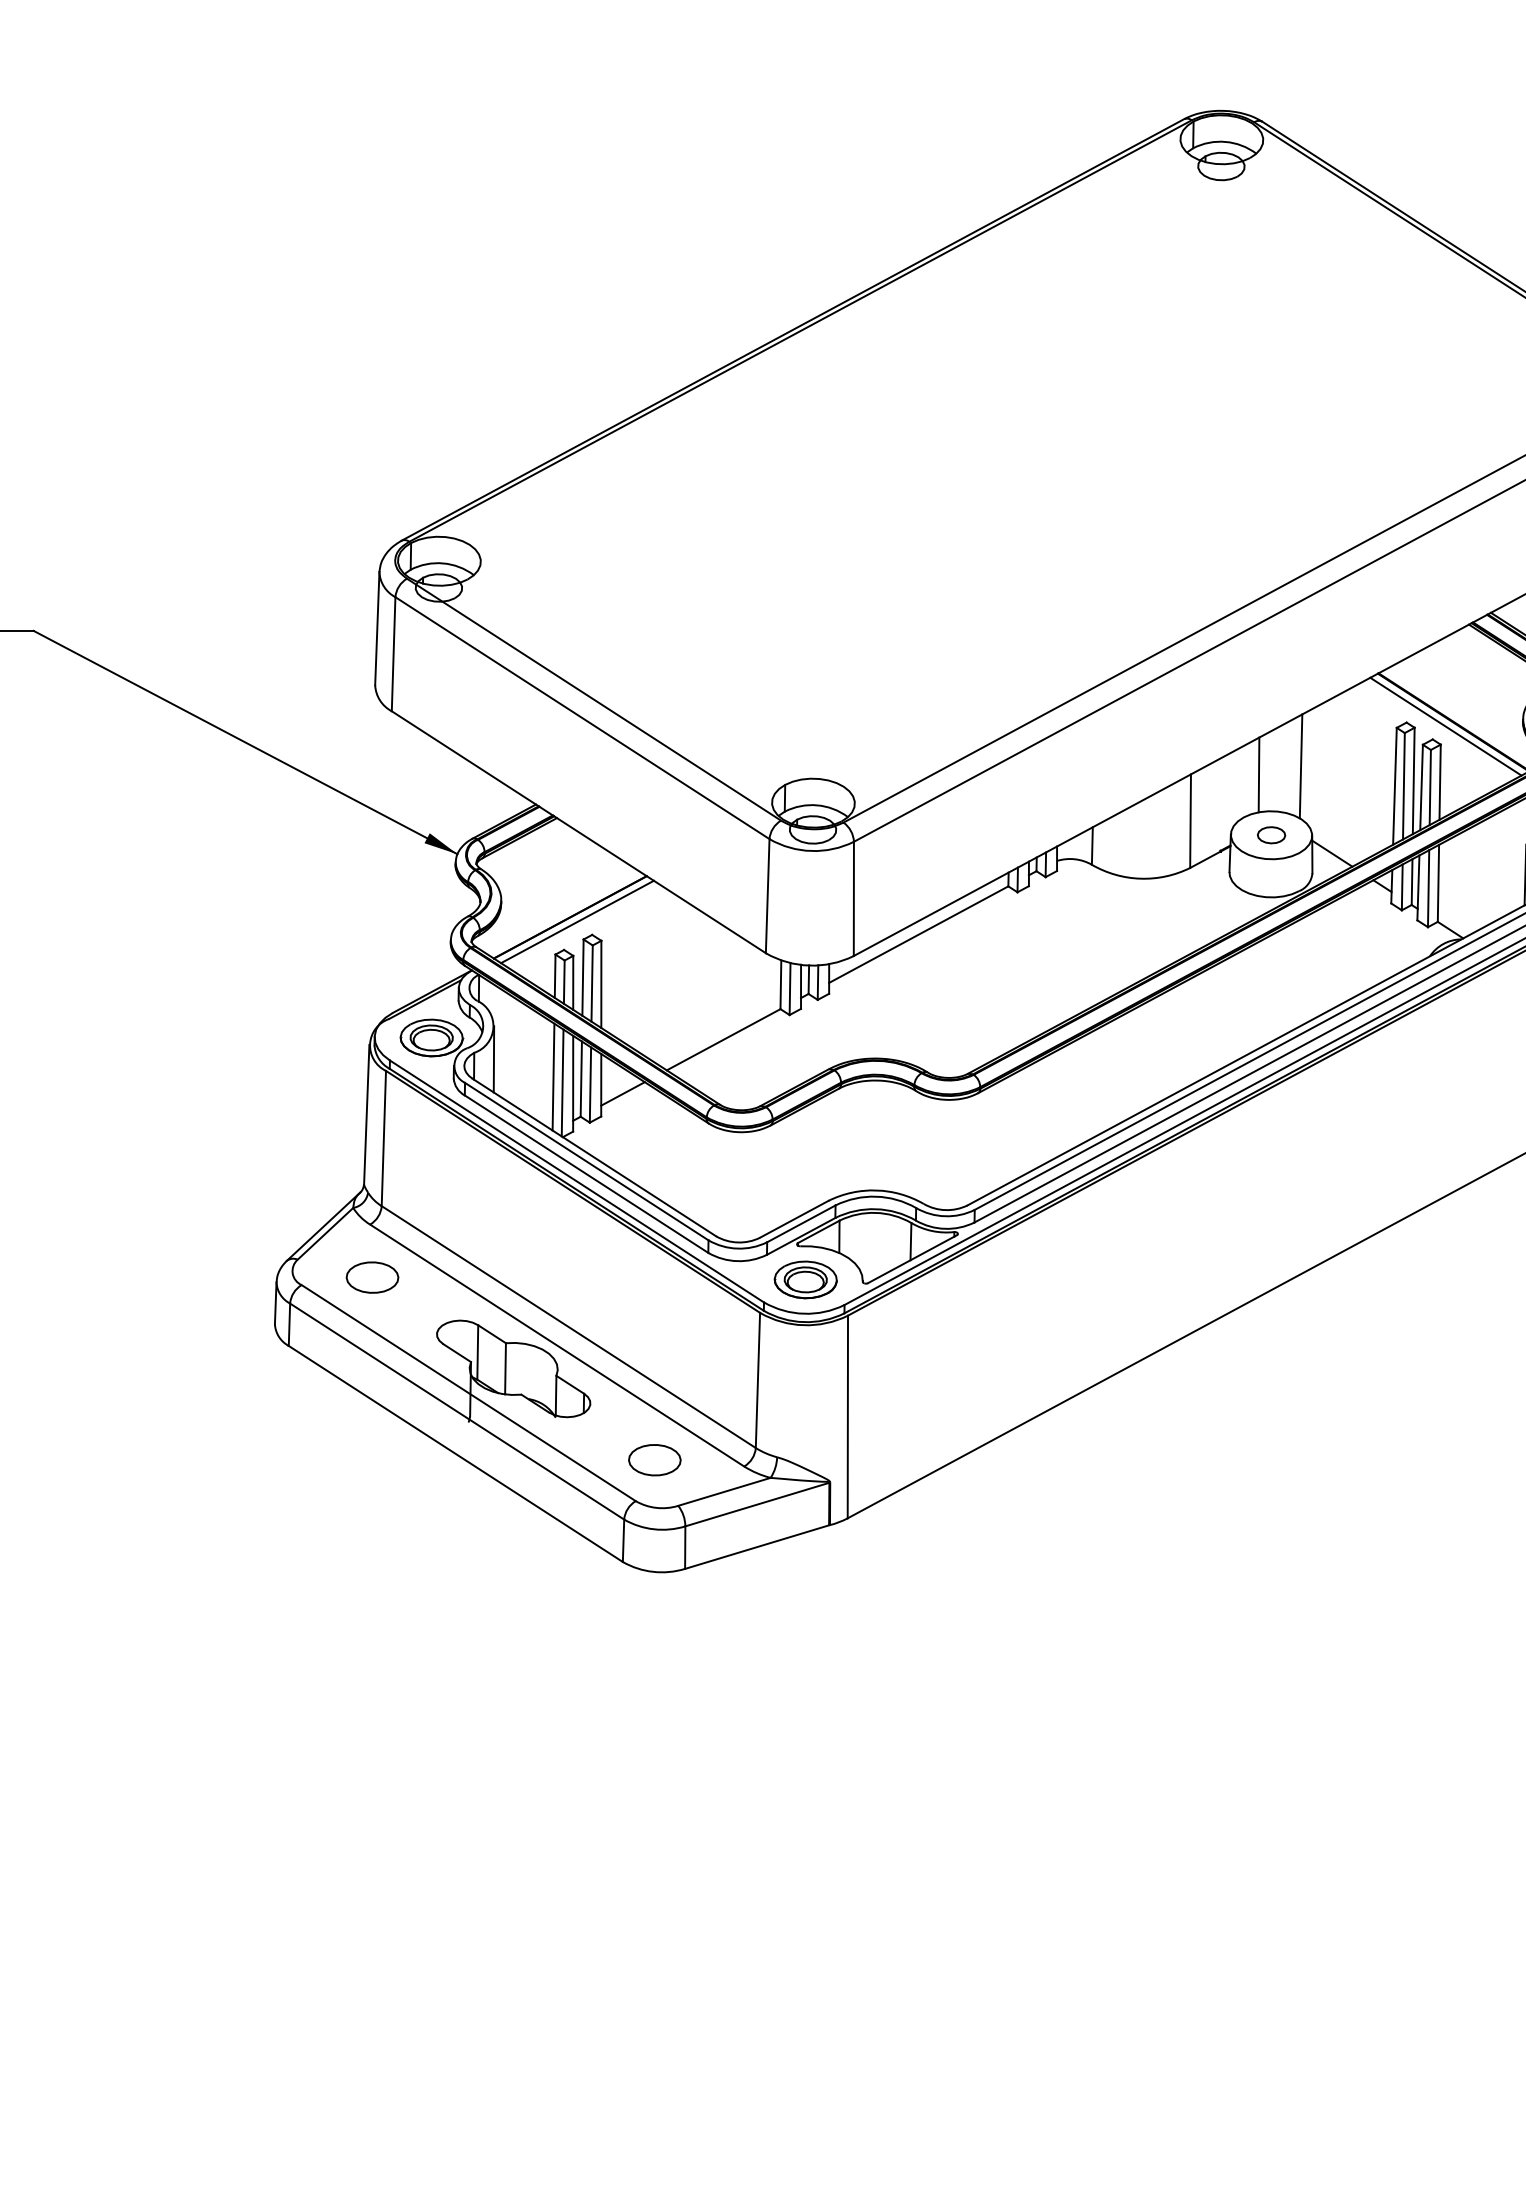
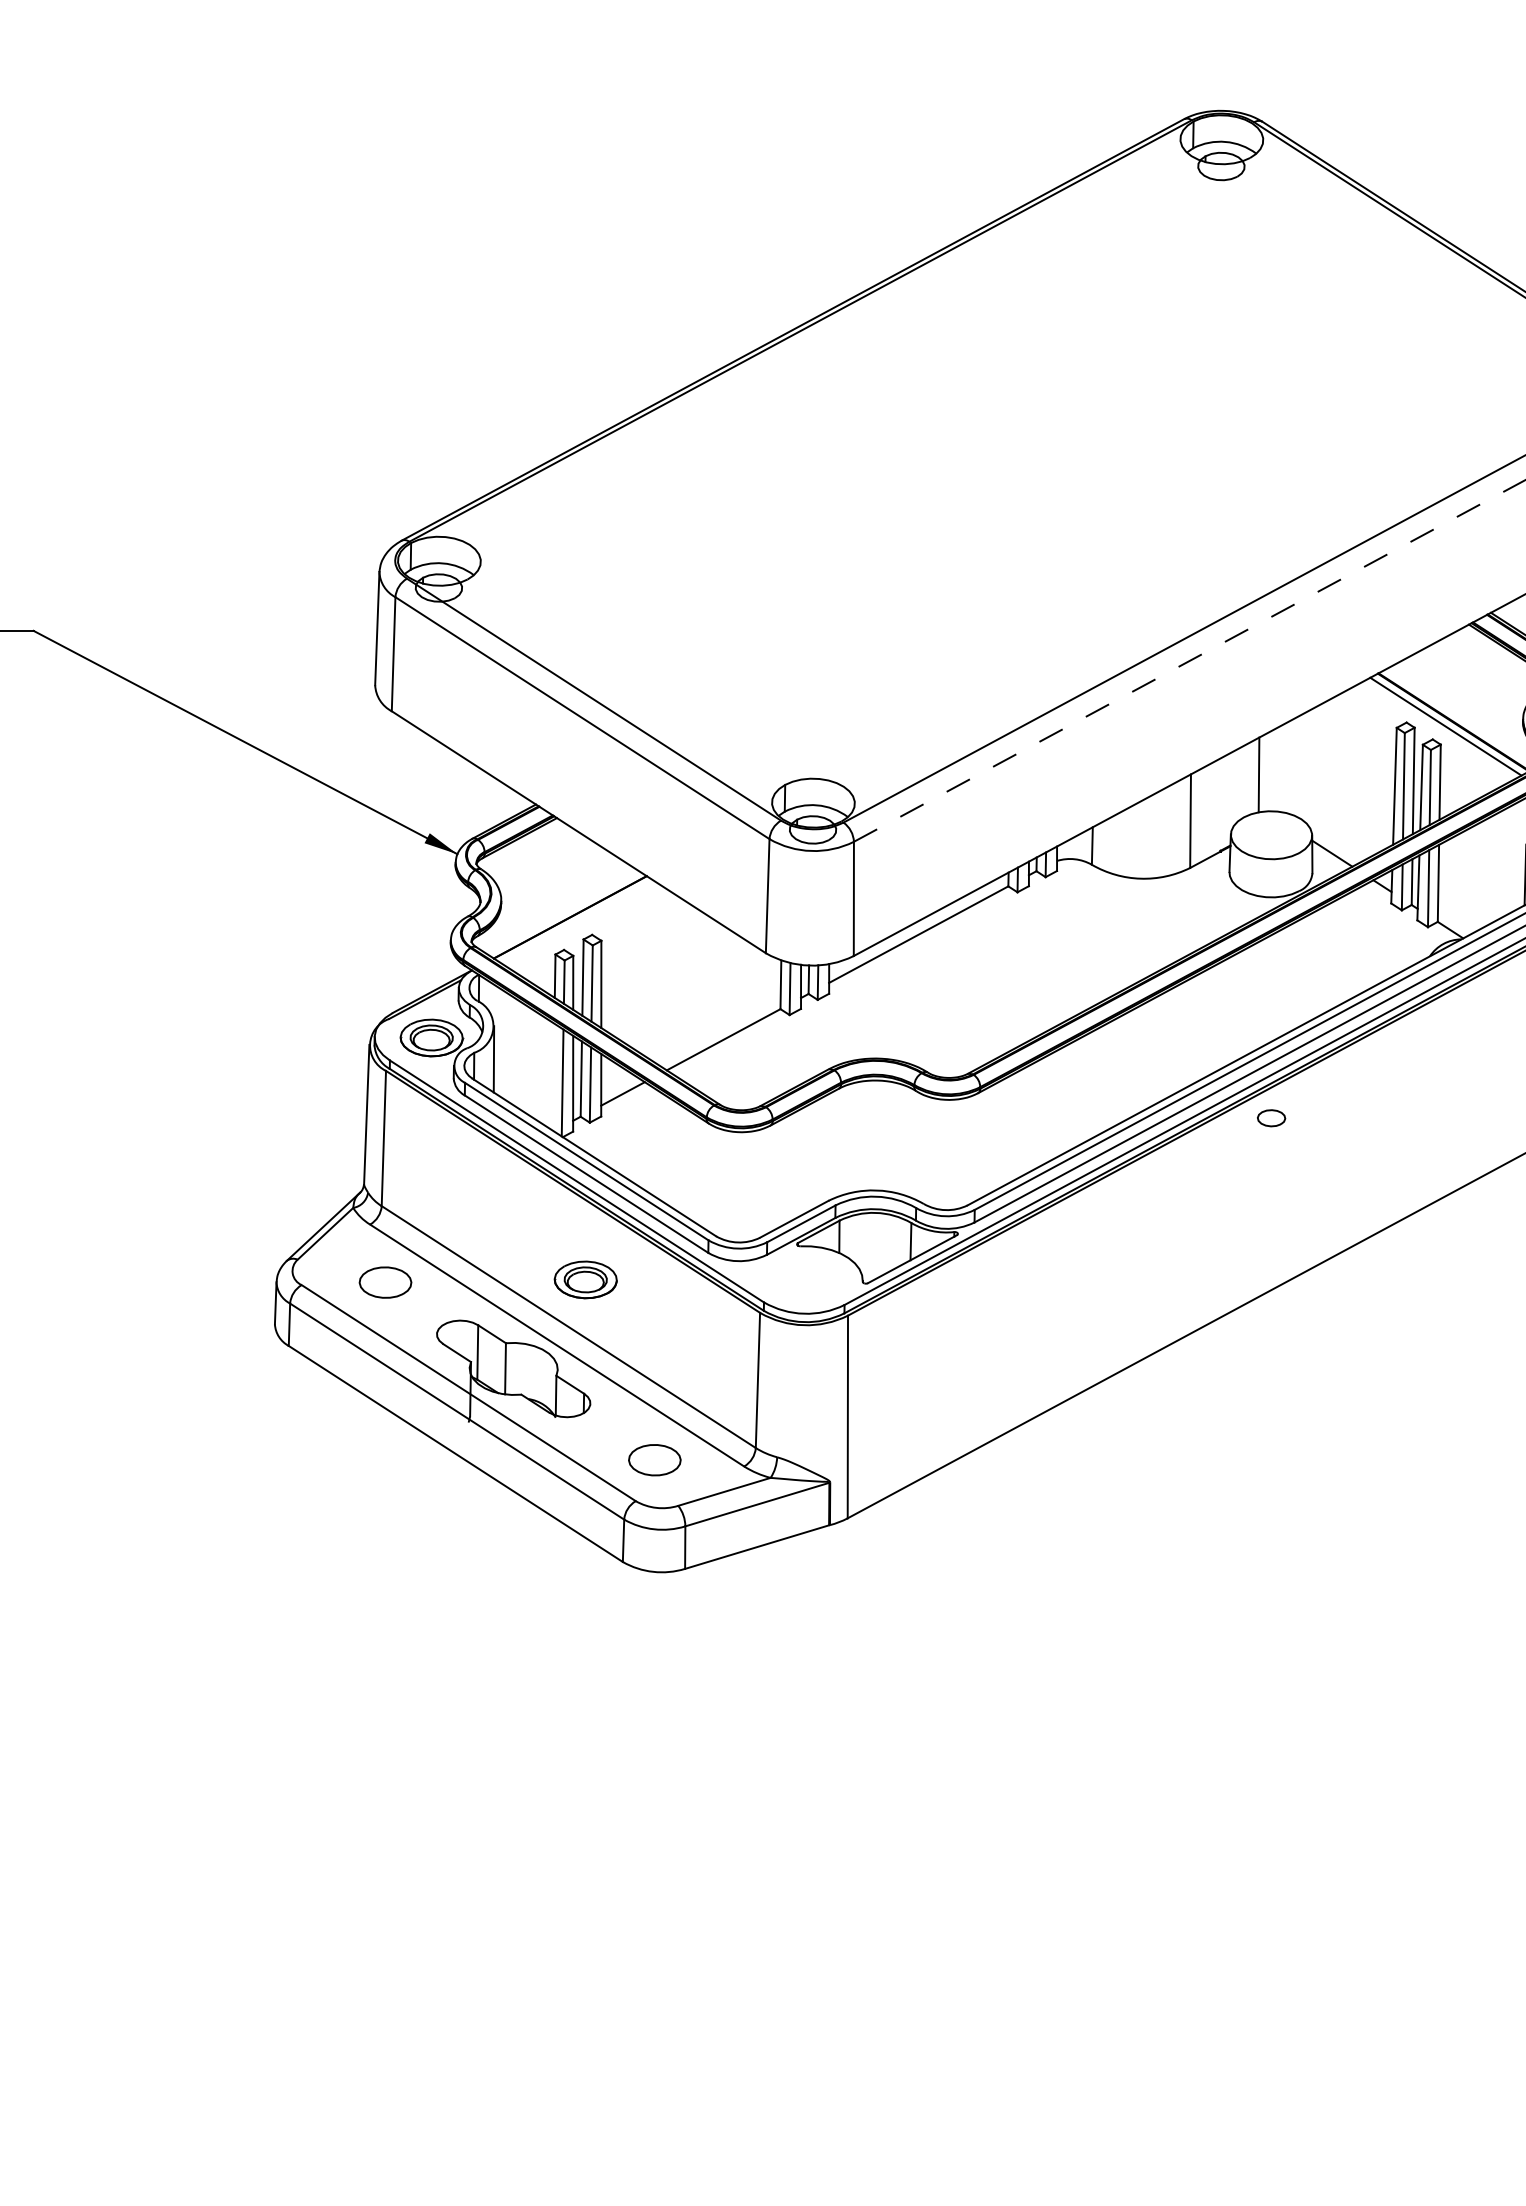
line at (1190, 660): solid -> dashed
line at (1300, 766): present -> none
part at (1271, 835) position: (1271, 835) -> (1271, 1118)
line at (577, 921): present -> none
line at (553, 1076): present -> none
part at (372, 1277) position: (372, 1277) -> (385, 1282)
part at (805, 1279) position: (805, 1279) -> (585, 1279)
